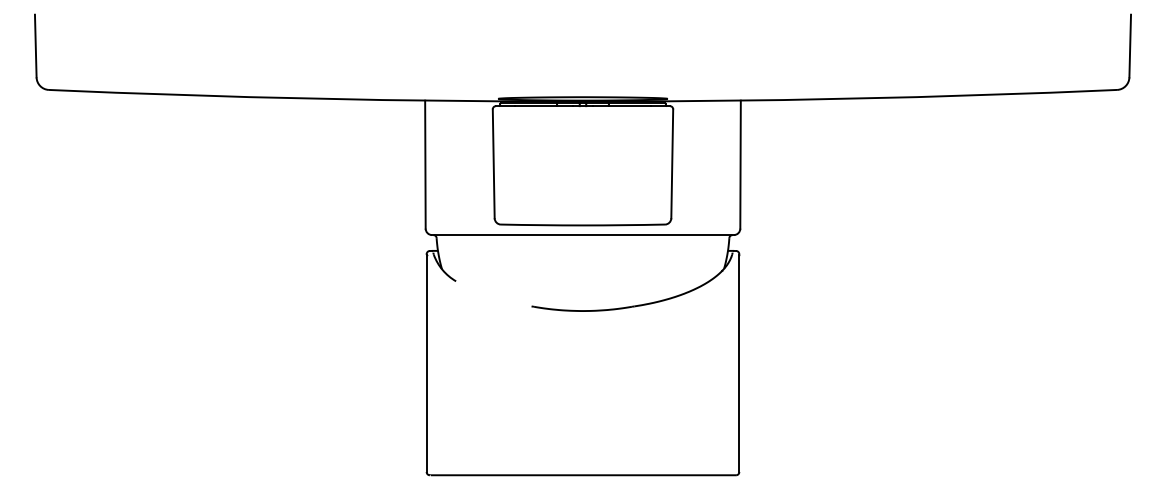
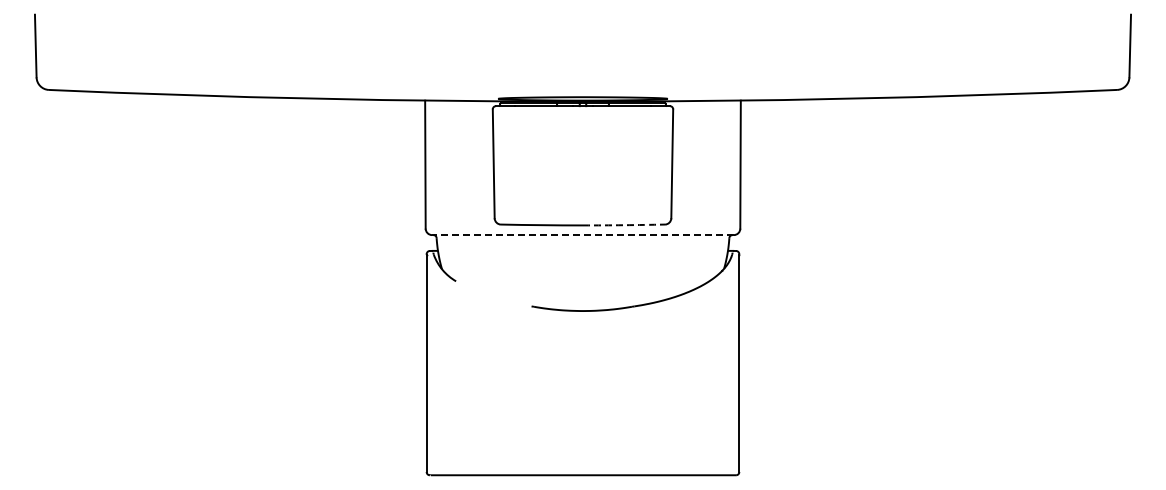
arc at (623, 225): solid -> dashed
line at (582, 235): solid -> dashed
